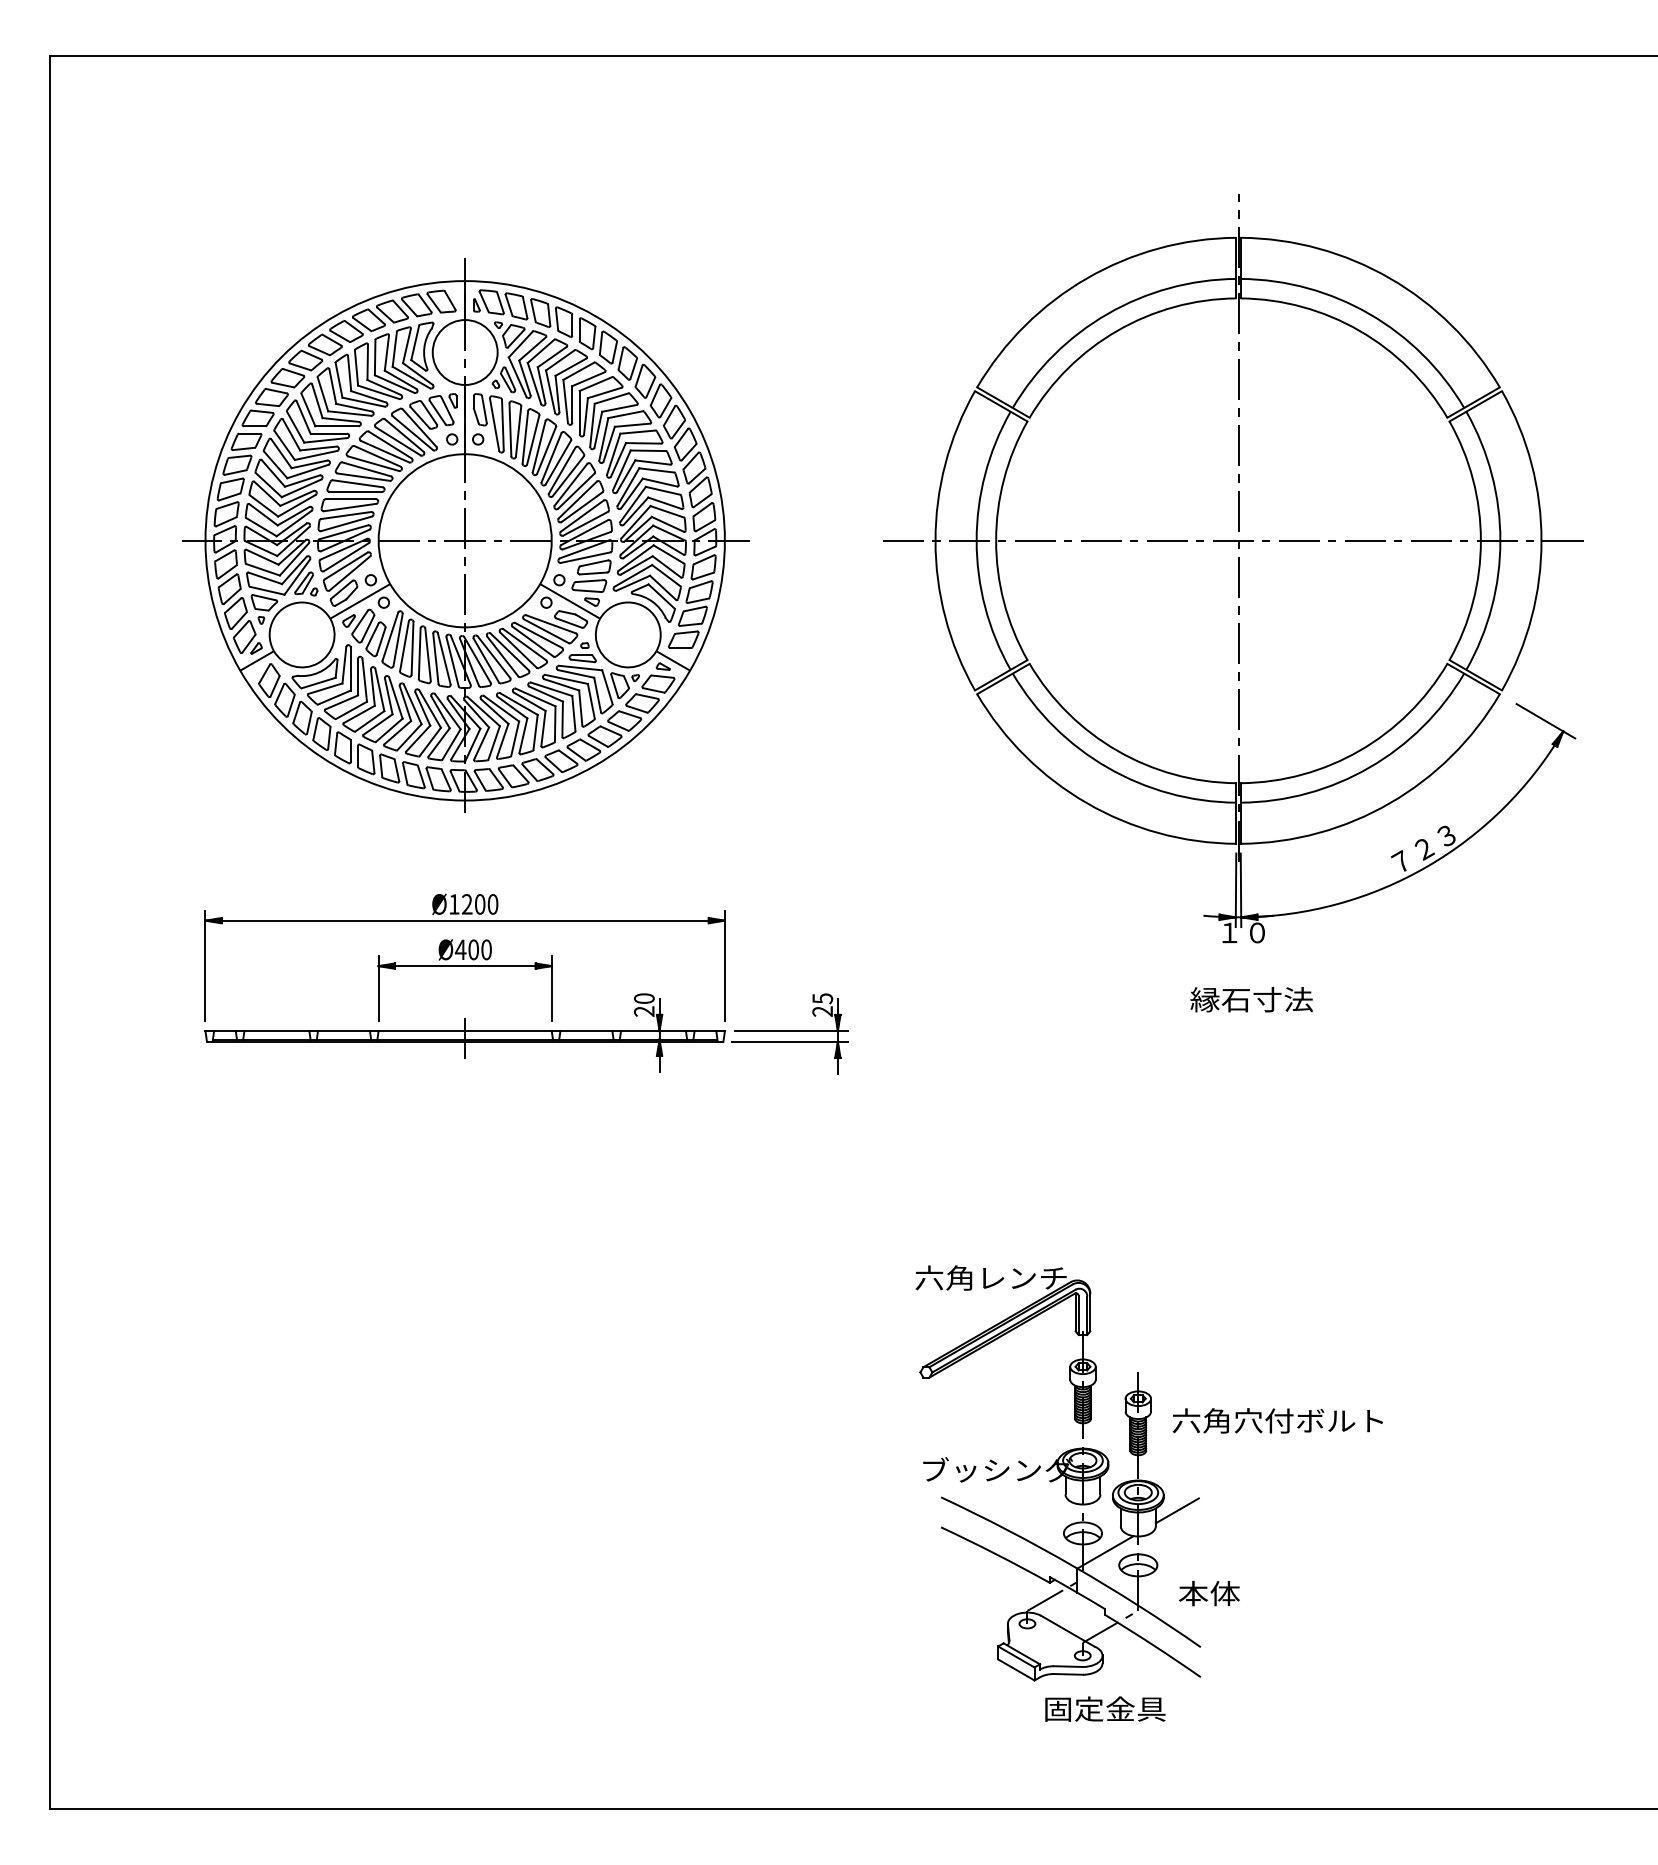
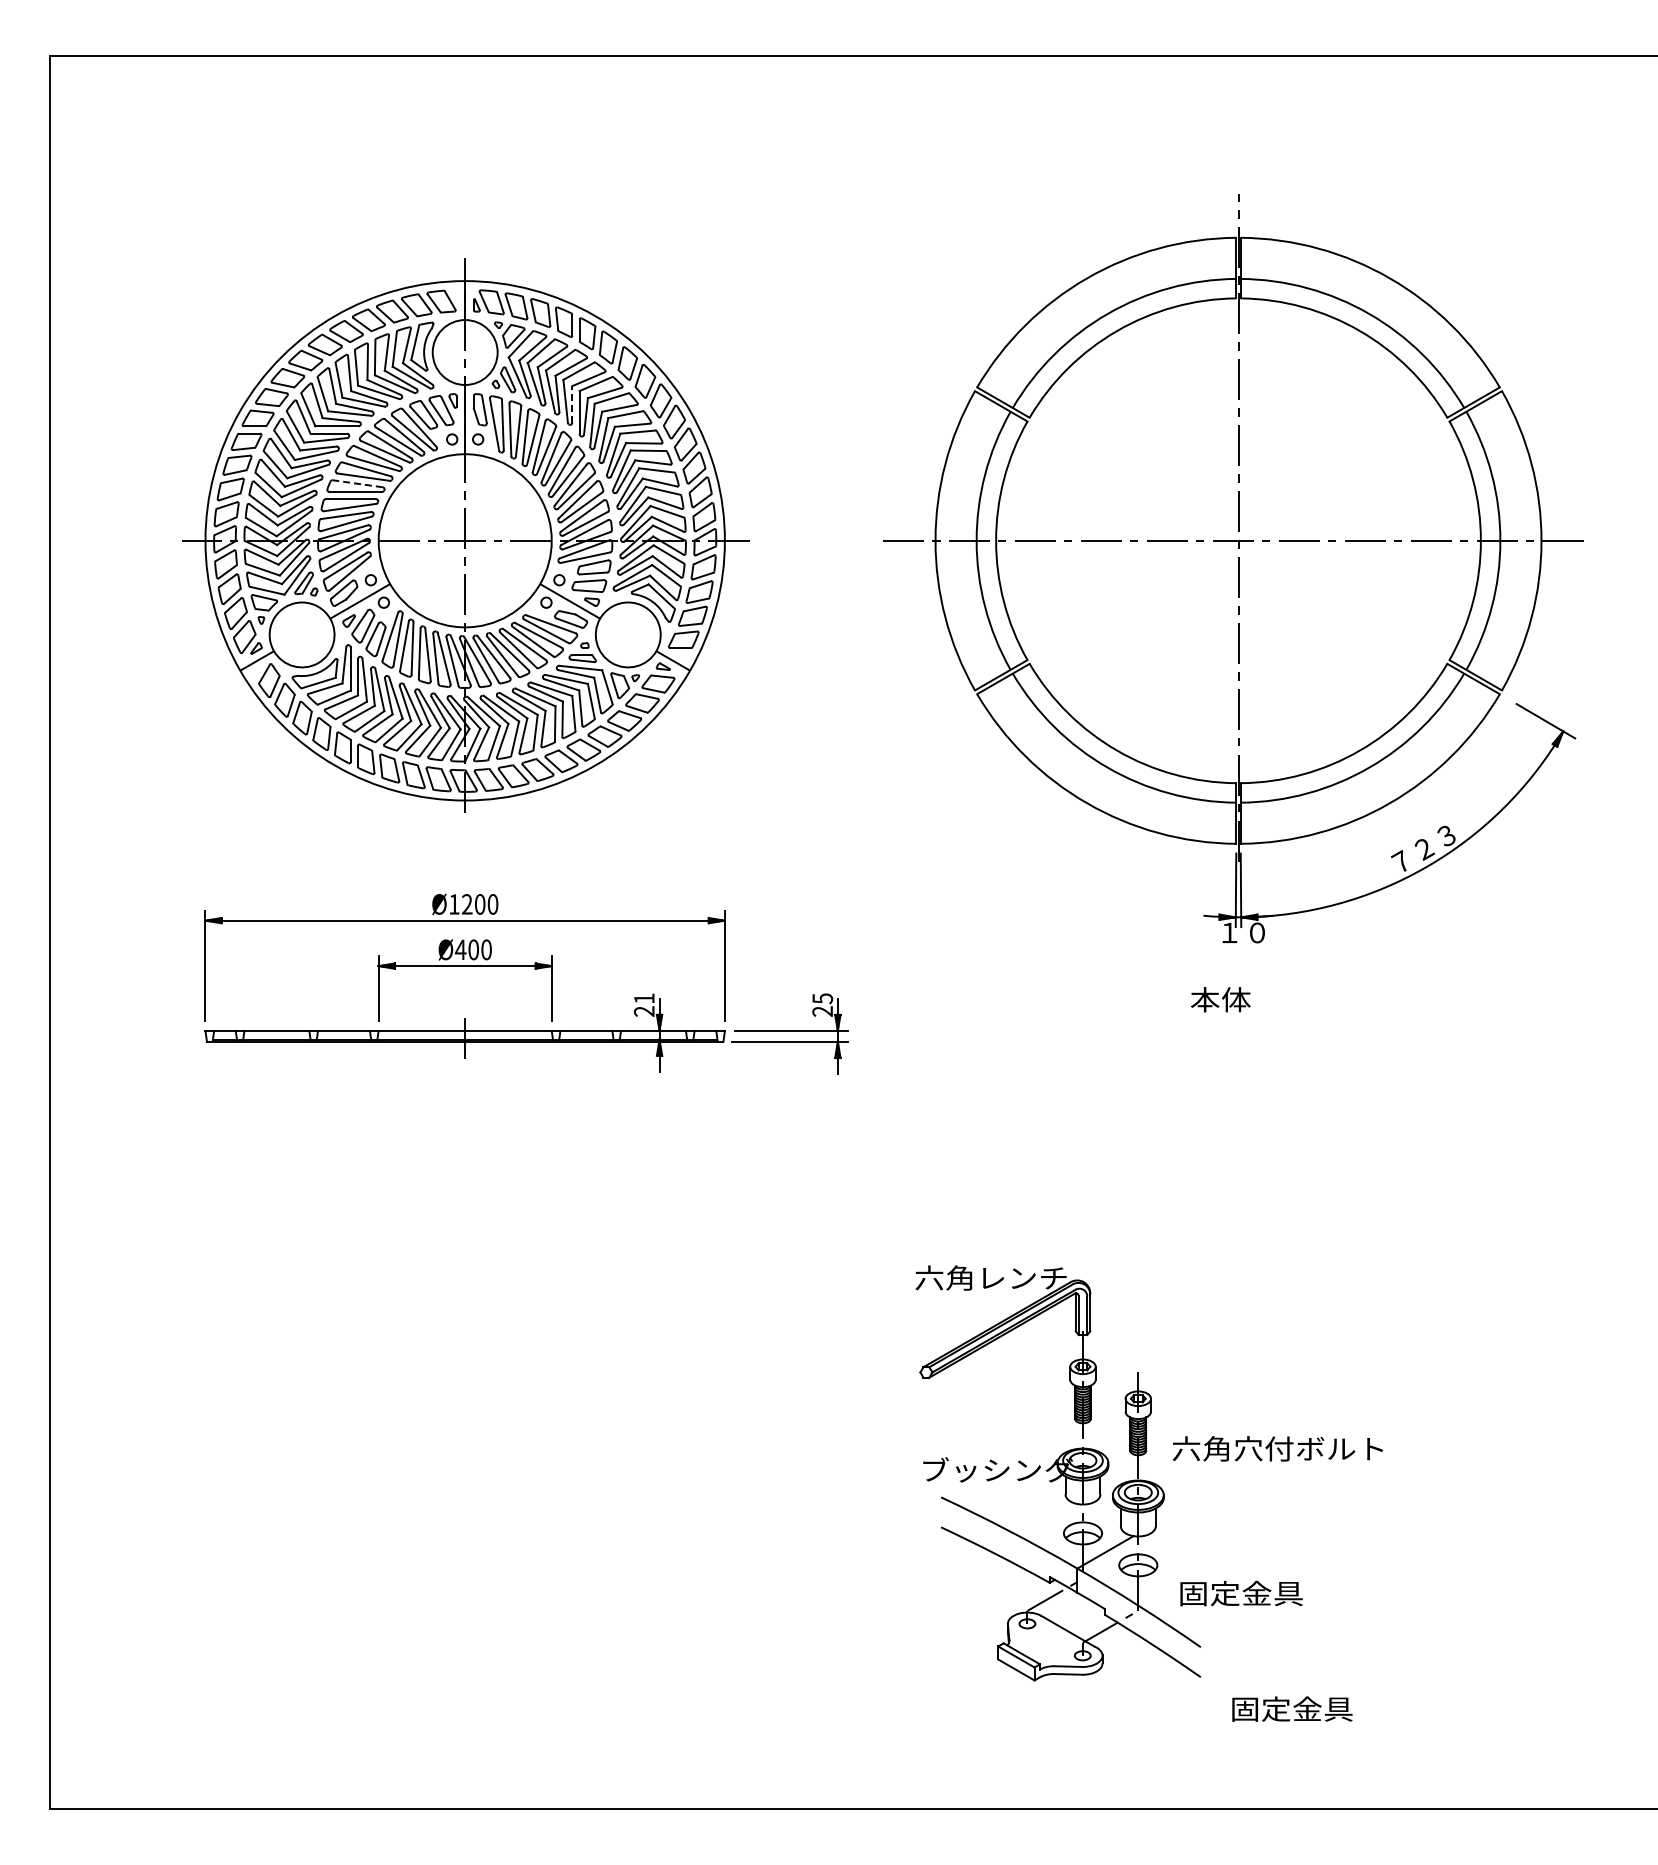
line at (572, 403): solid -> dashed
line at (357, 483): solid -> dashed
text at (644, 998): 20 -> 21
text at (1251, 999): 縁石寸法 -> 本体
text at (1277, 1420) position: (1277, 1420) -> (1277, 1448)
line at (1176, 1510): present -> none
text at (1240, 1593): 本体 -> 固定金具
text at (1105, 1708) position: (1105, 1708) -> (1292, 1708)
